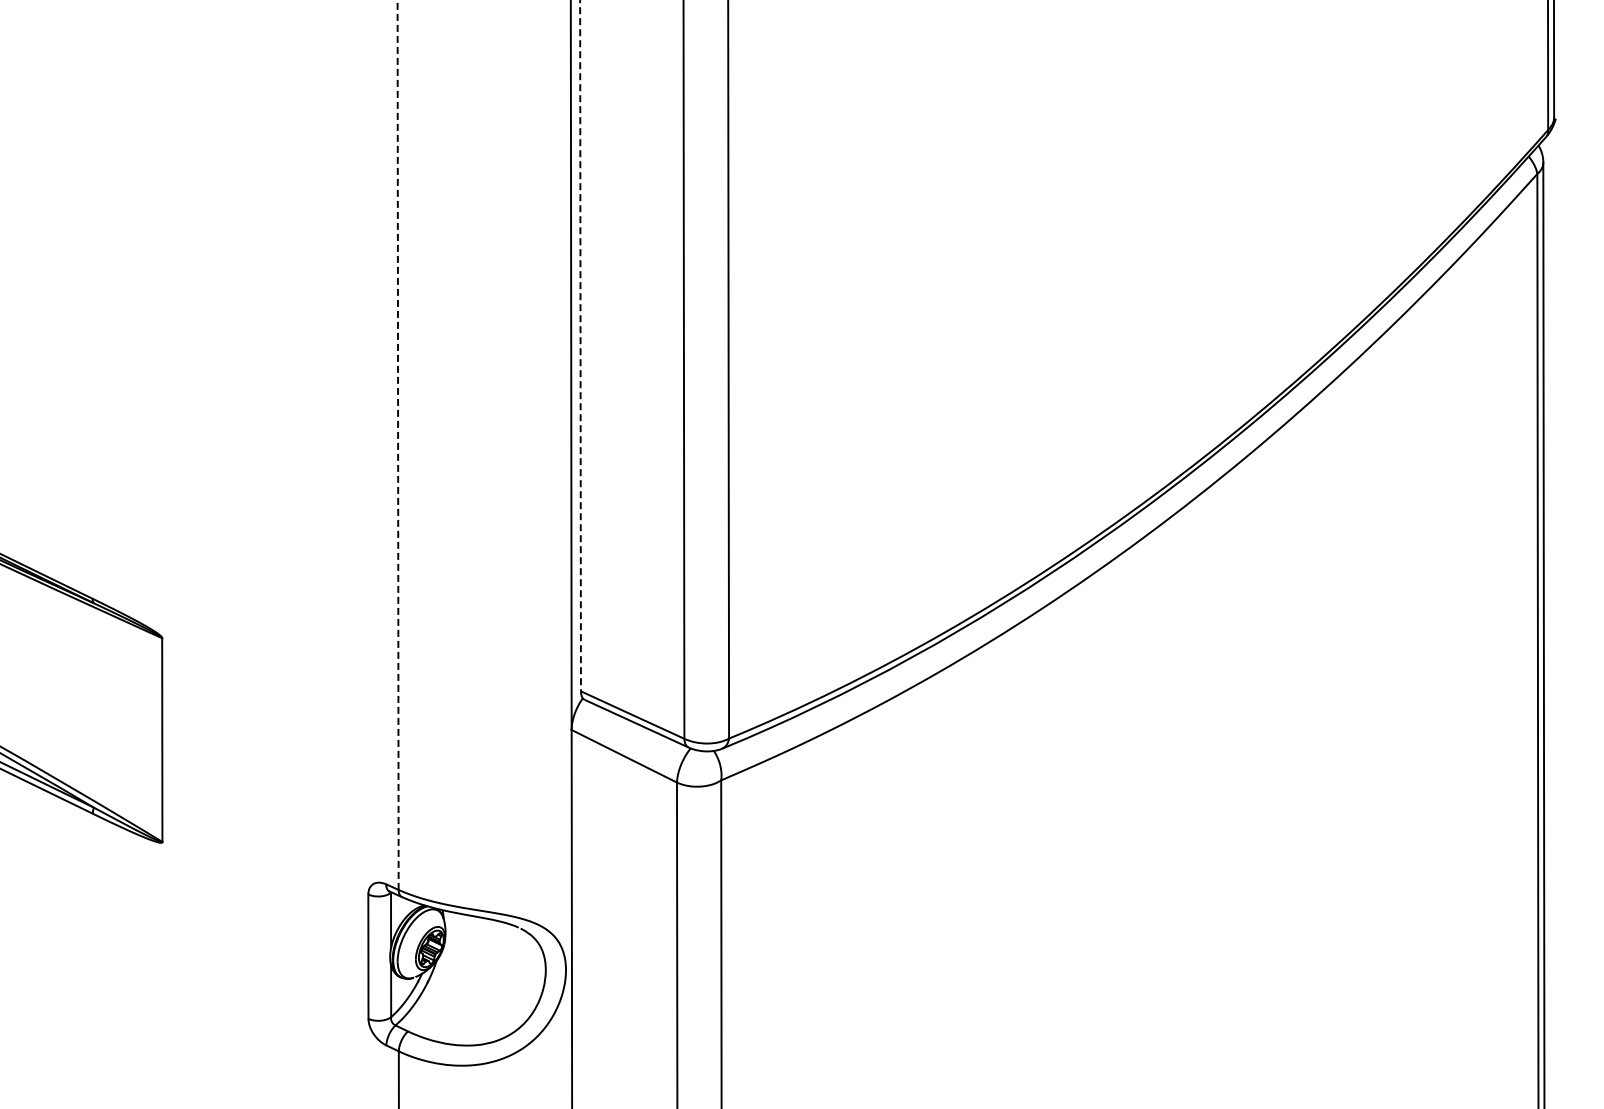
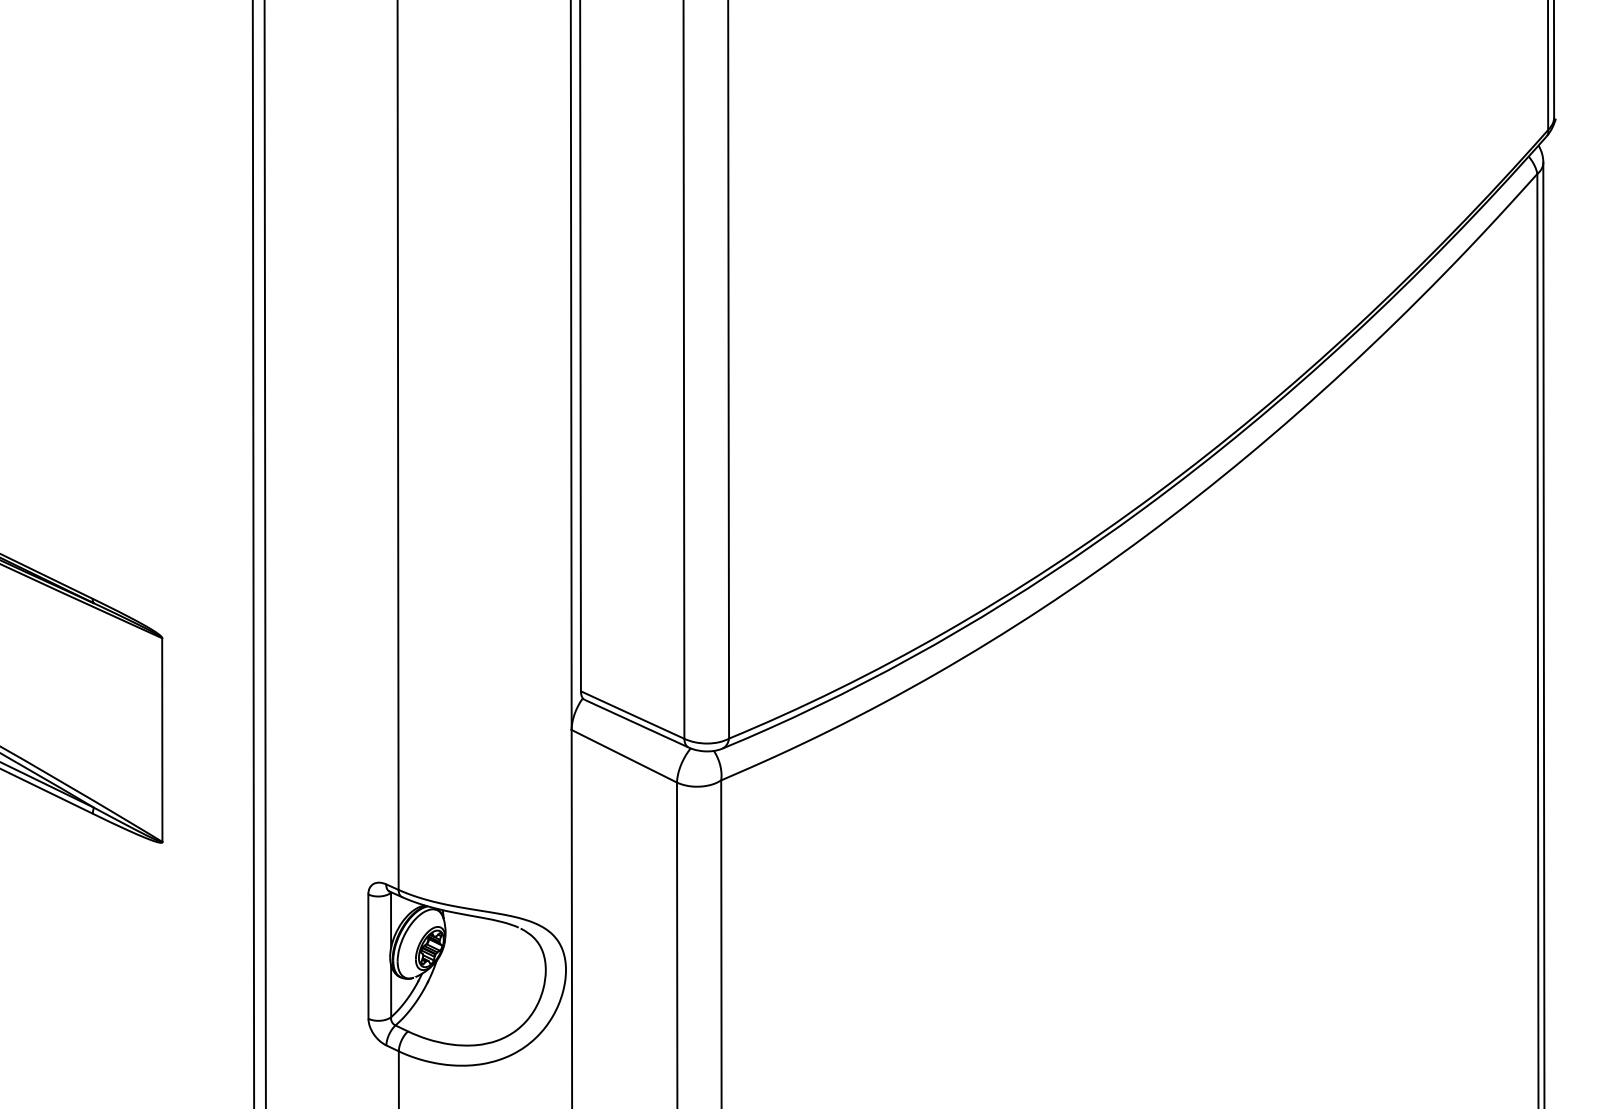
line at (580, 346): dashed -> solid
line at (398, 445): dashed -> solid
line at (253, 553): none -> present
line at (264, 553): none -> present
